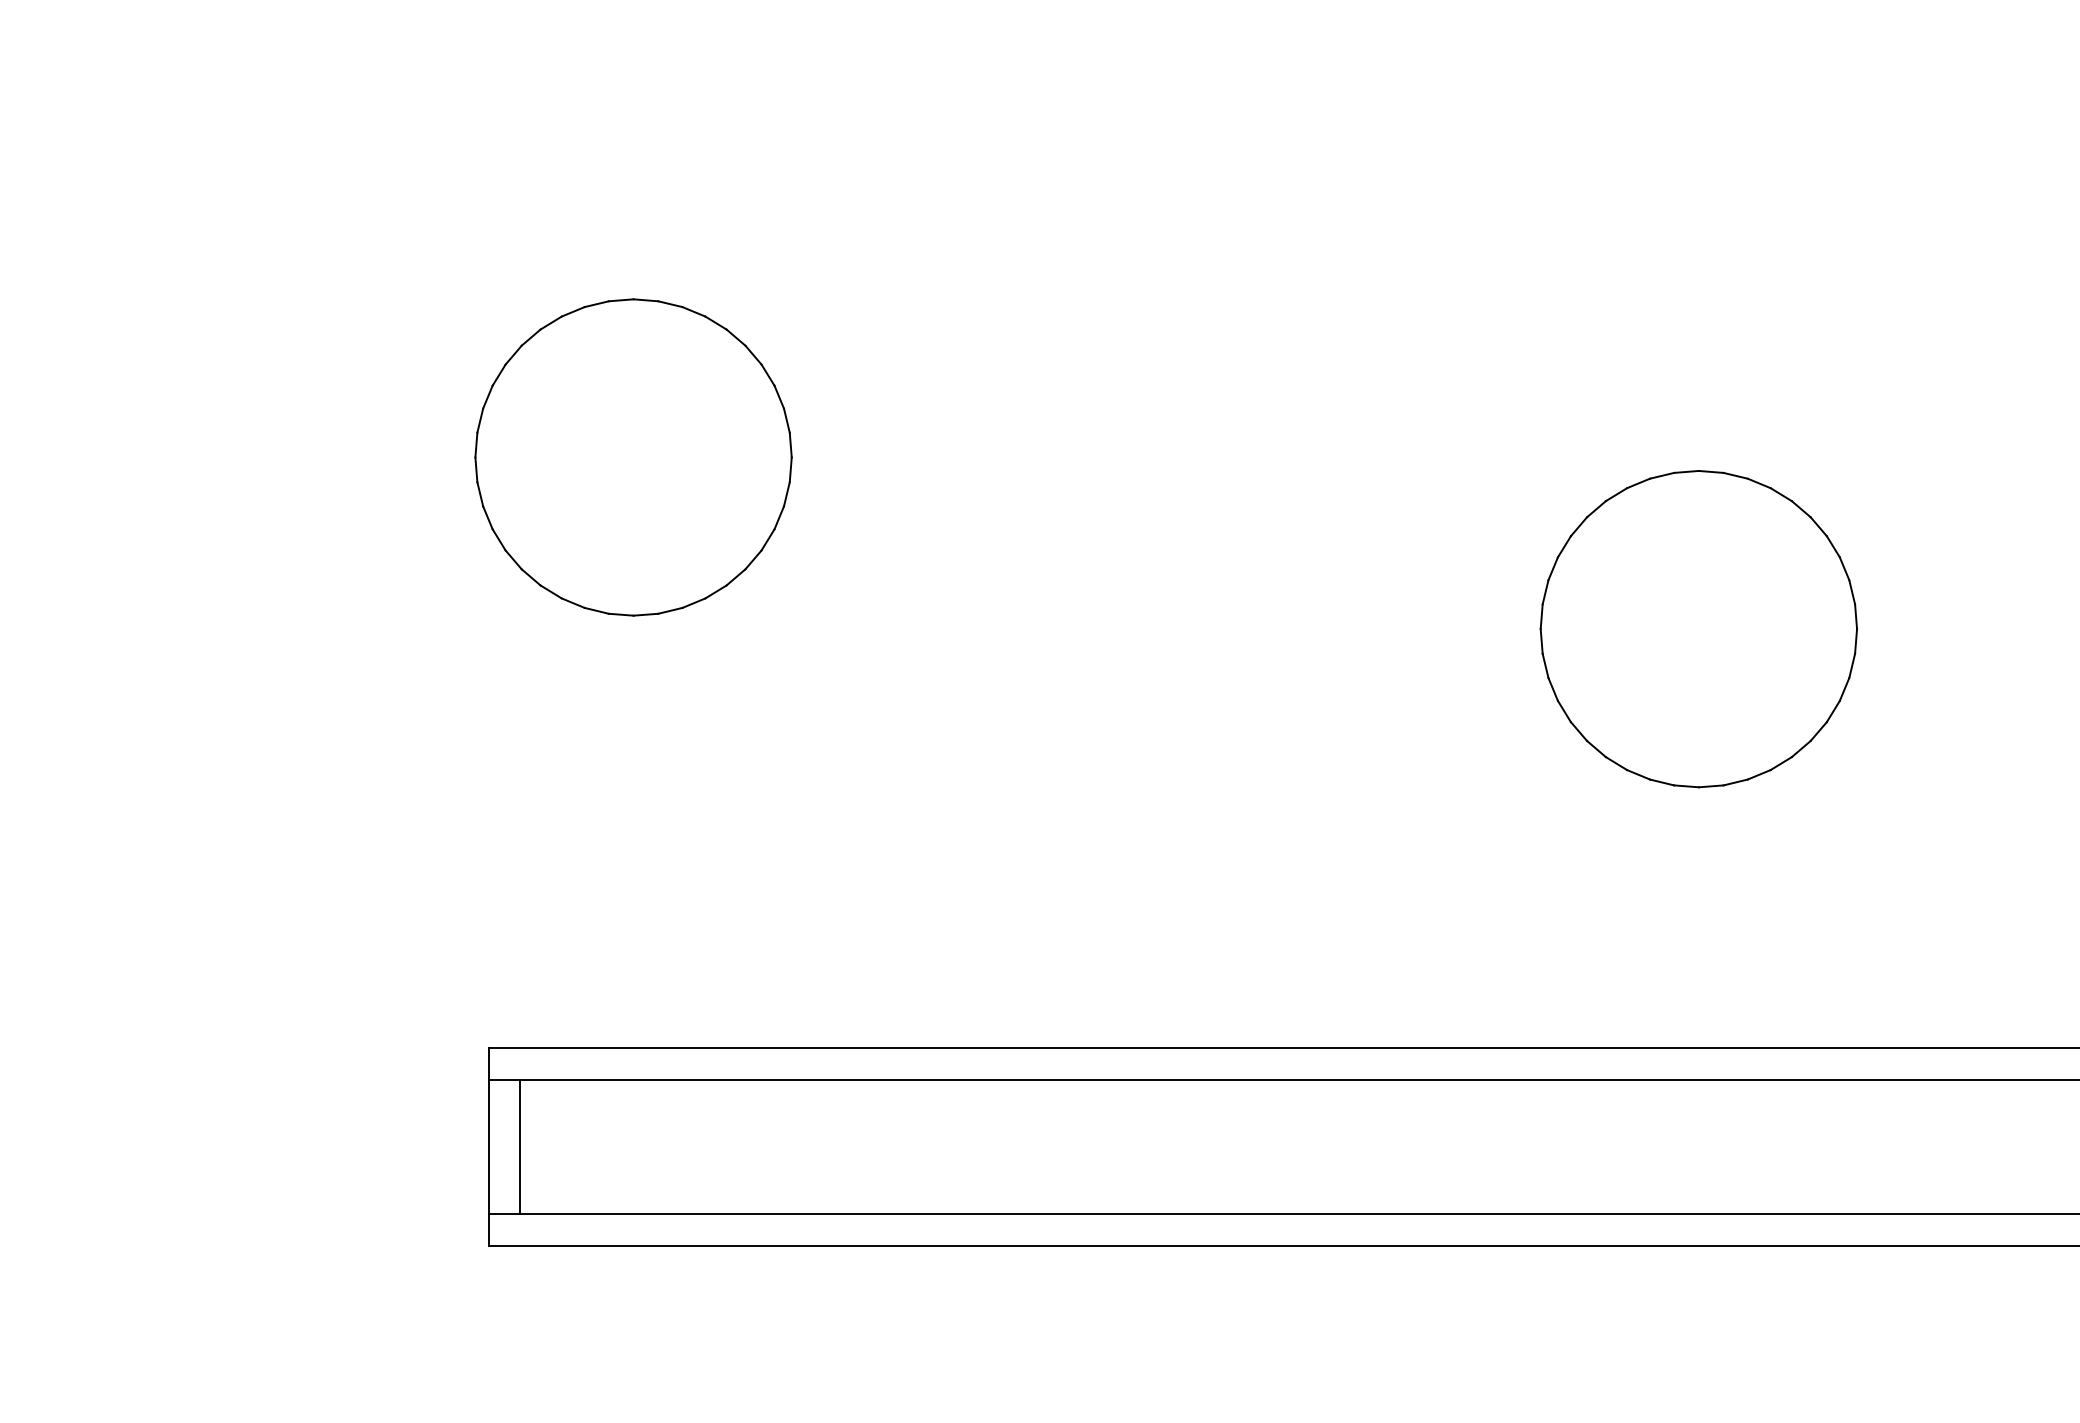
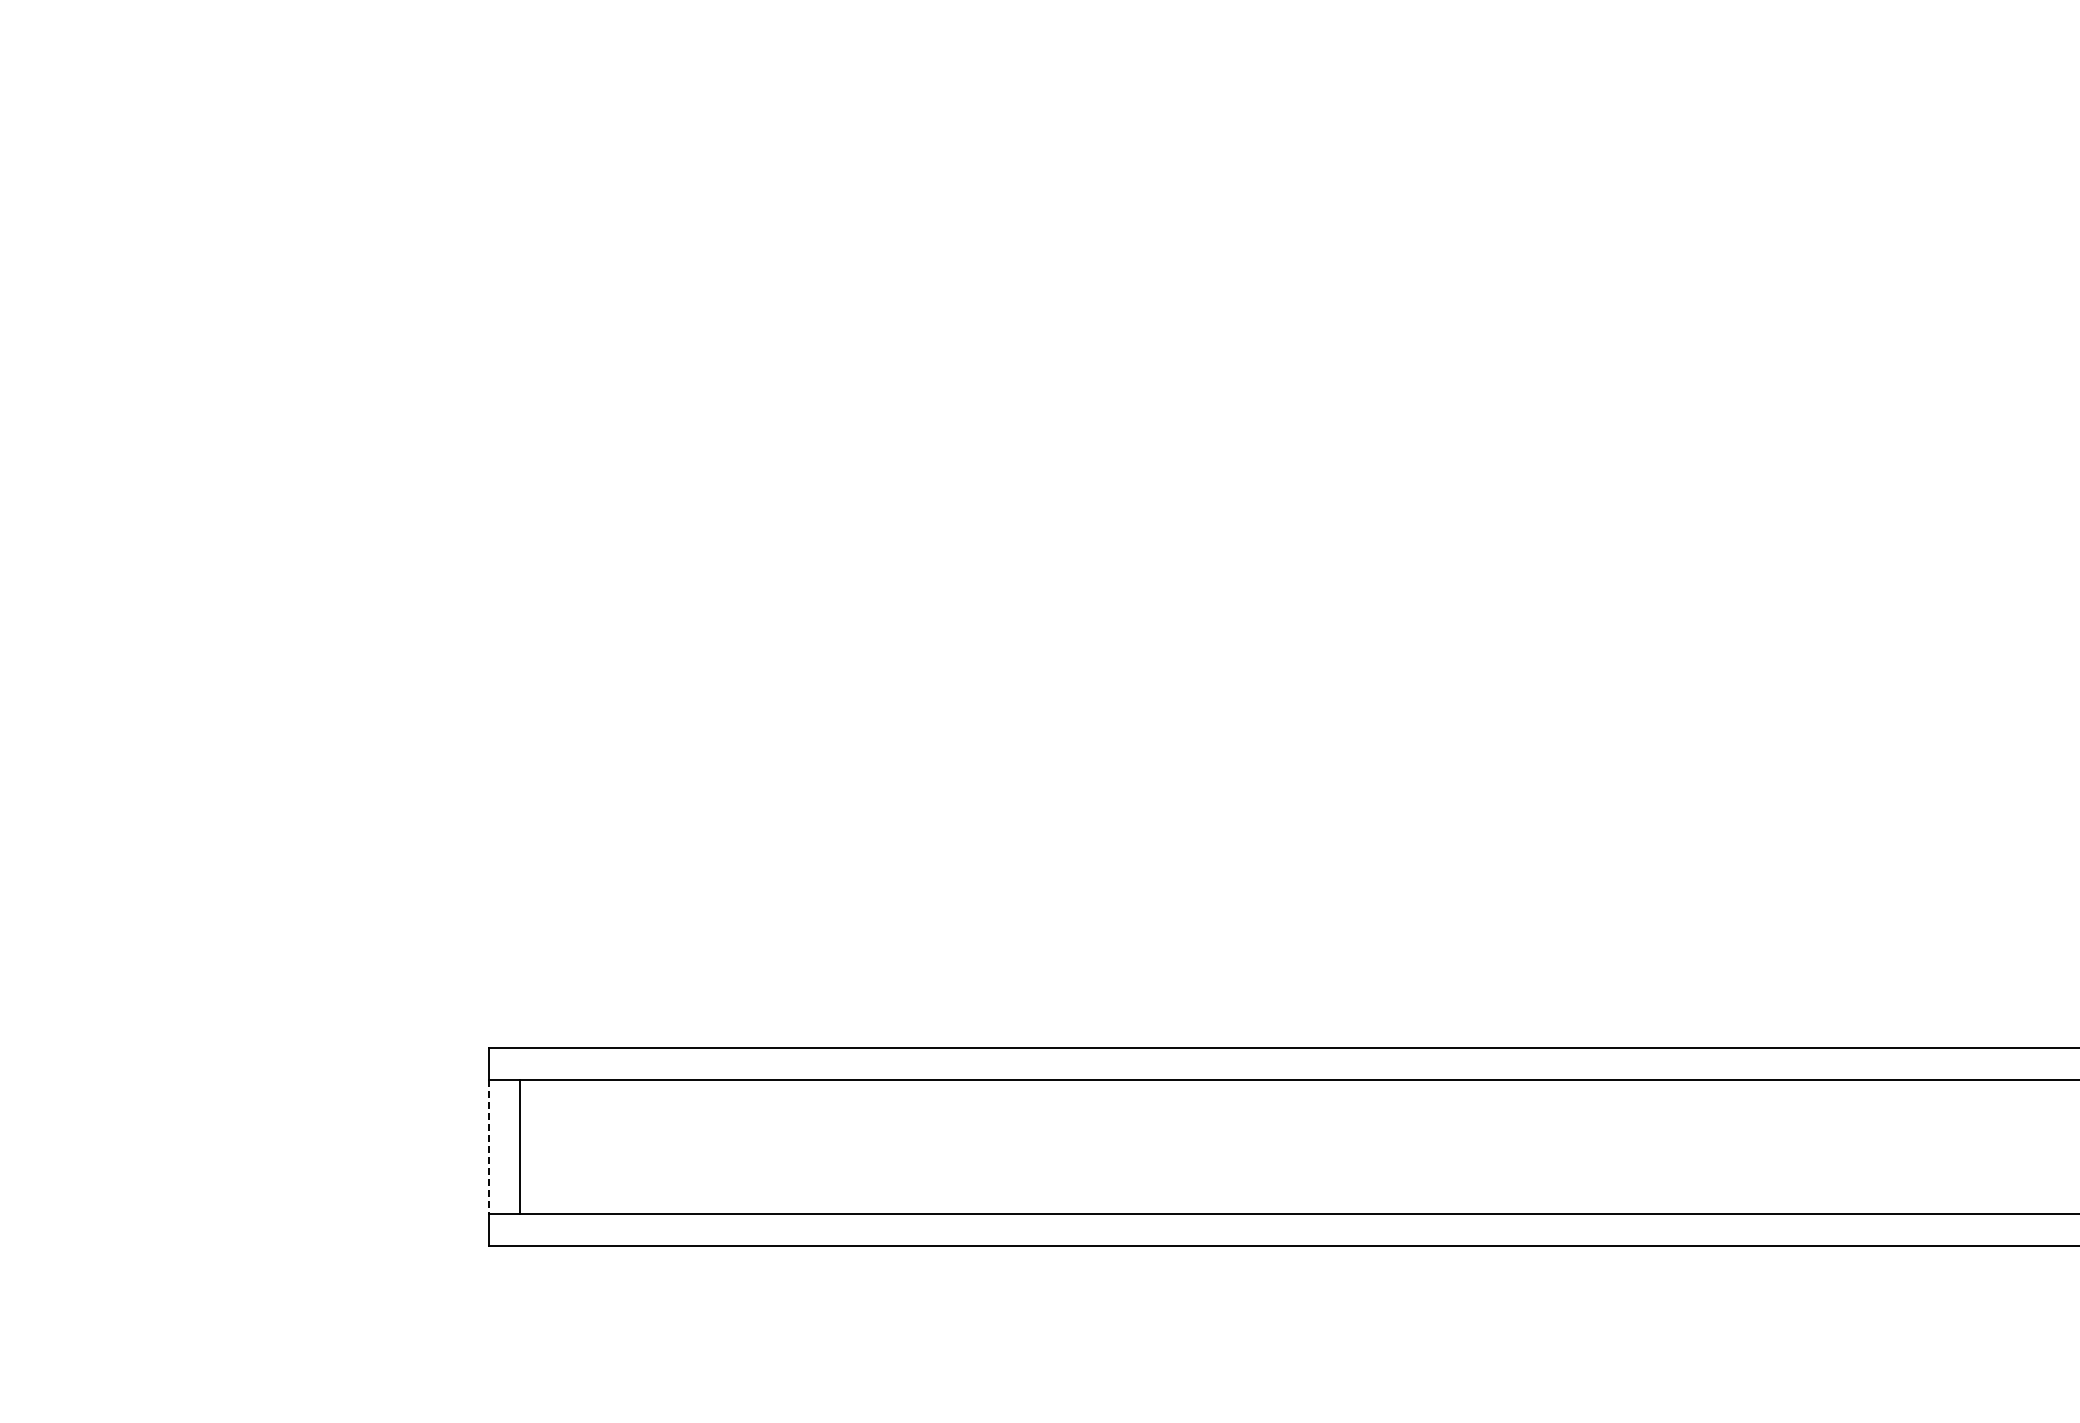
part at (633, 457): present -> none
part at (1698, 629): present -> none
line at (488, 1147): solid -> dashed
